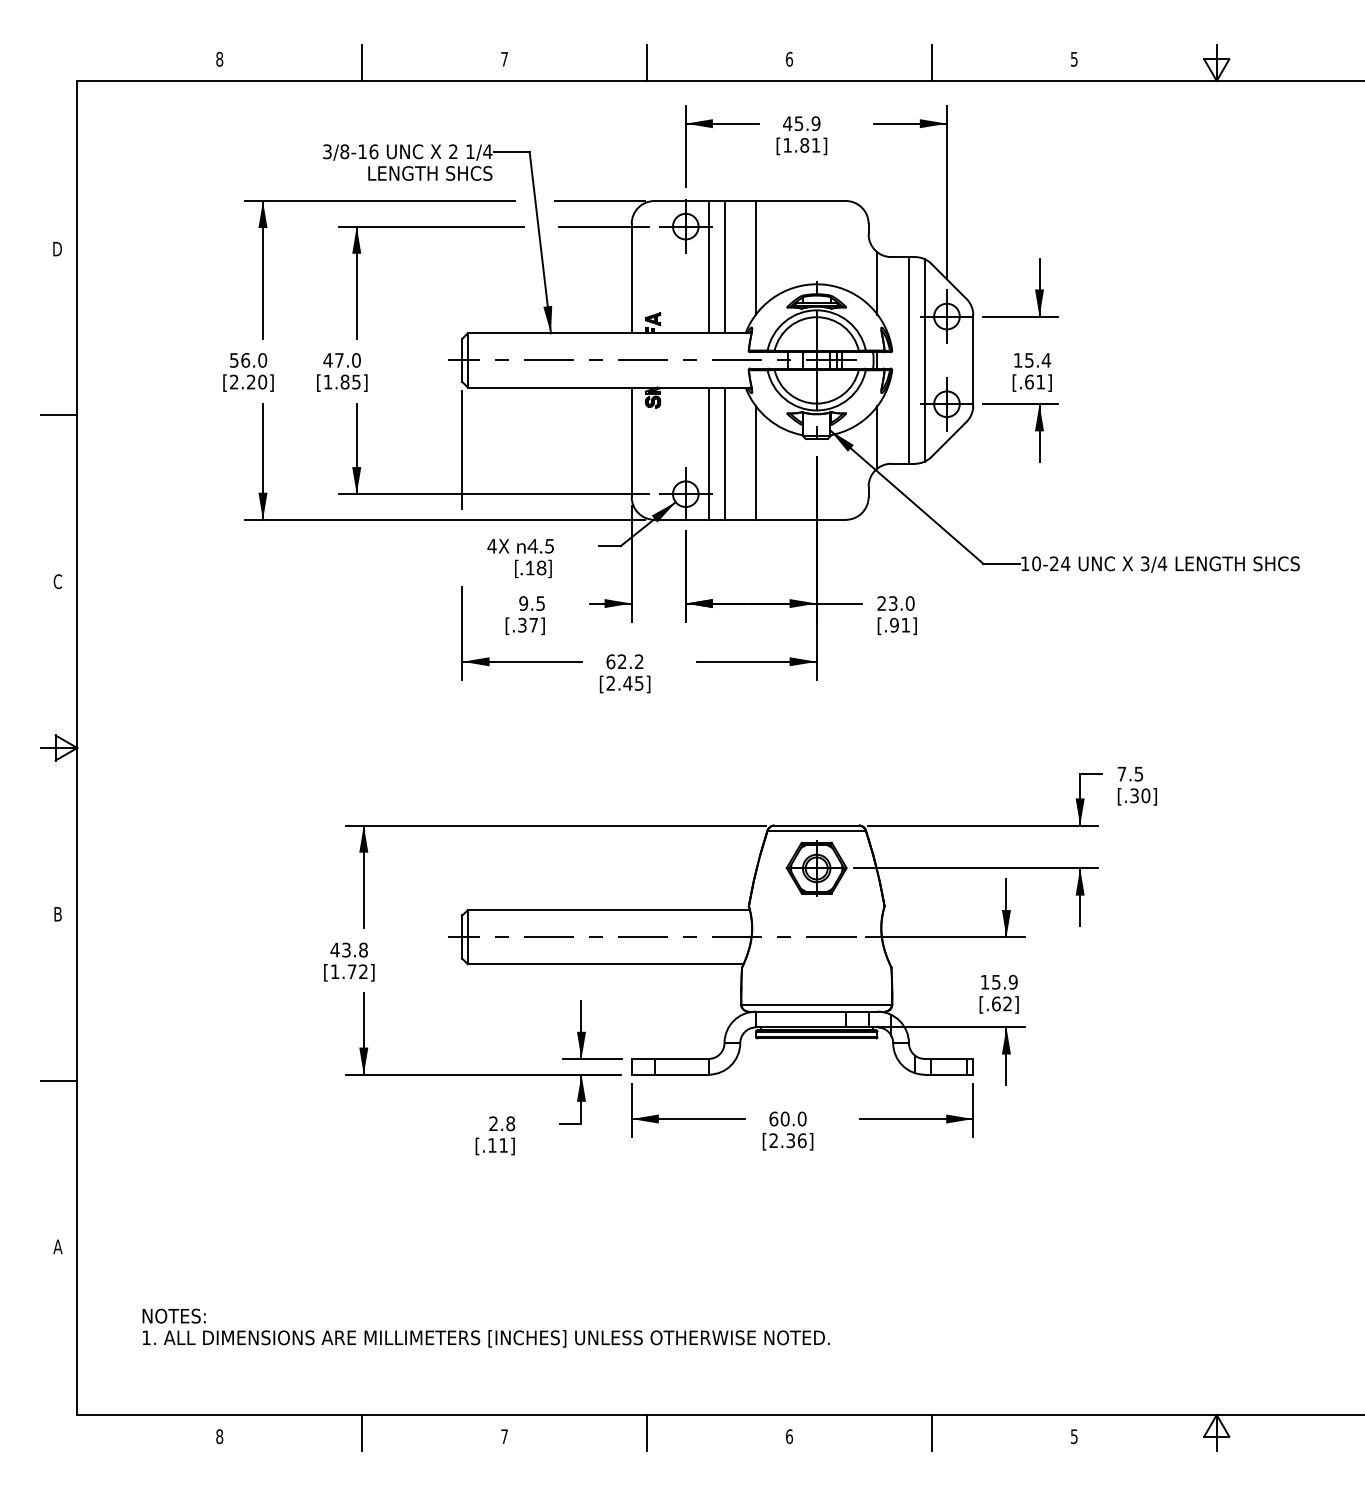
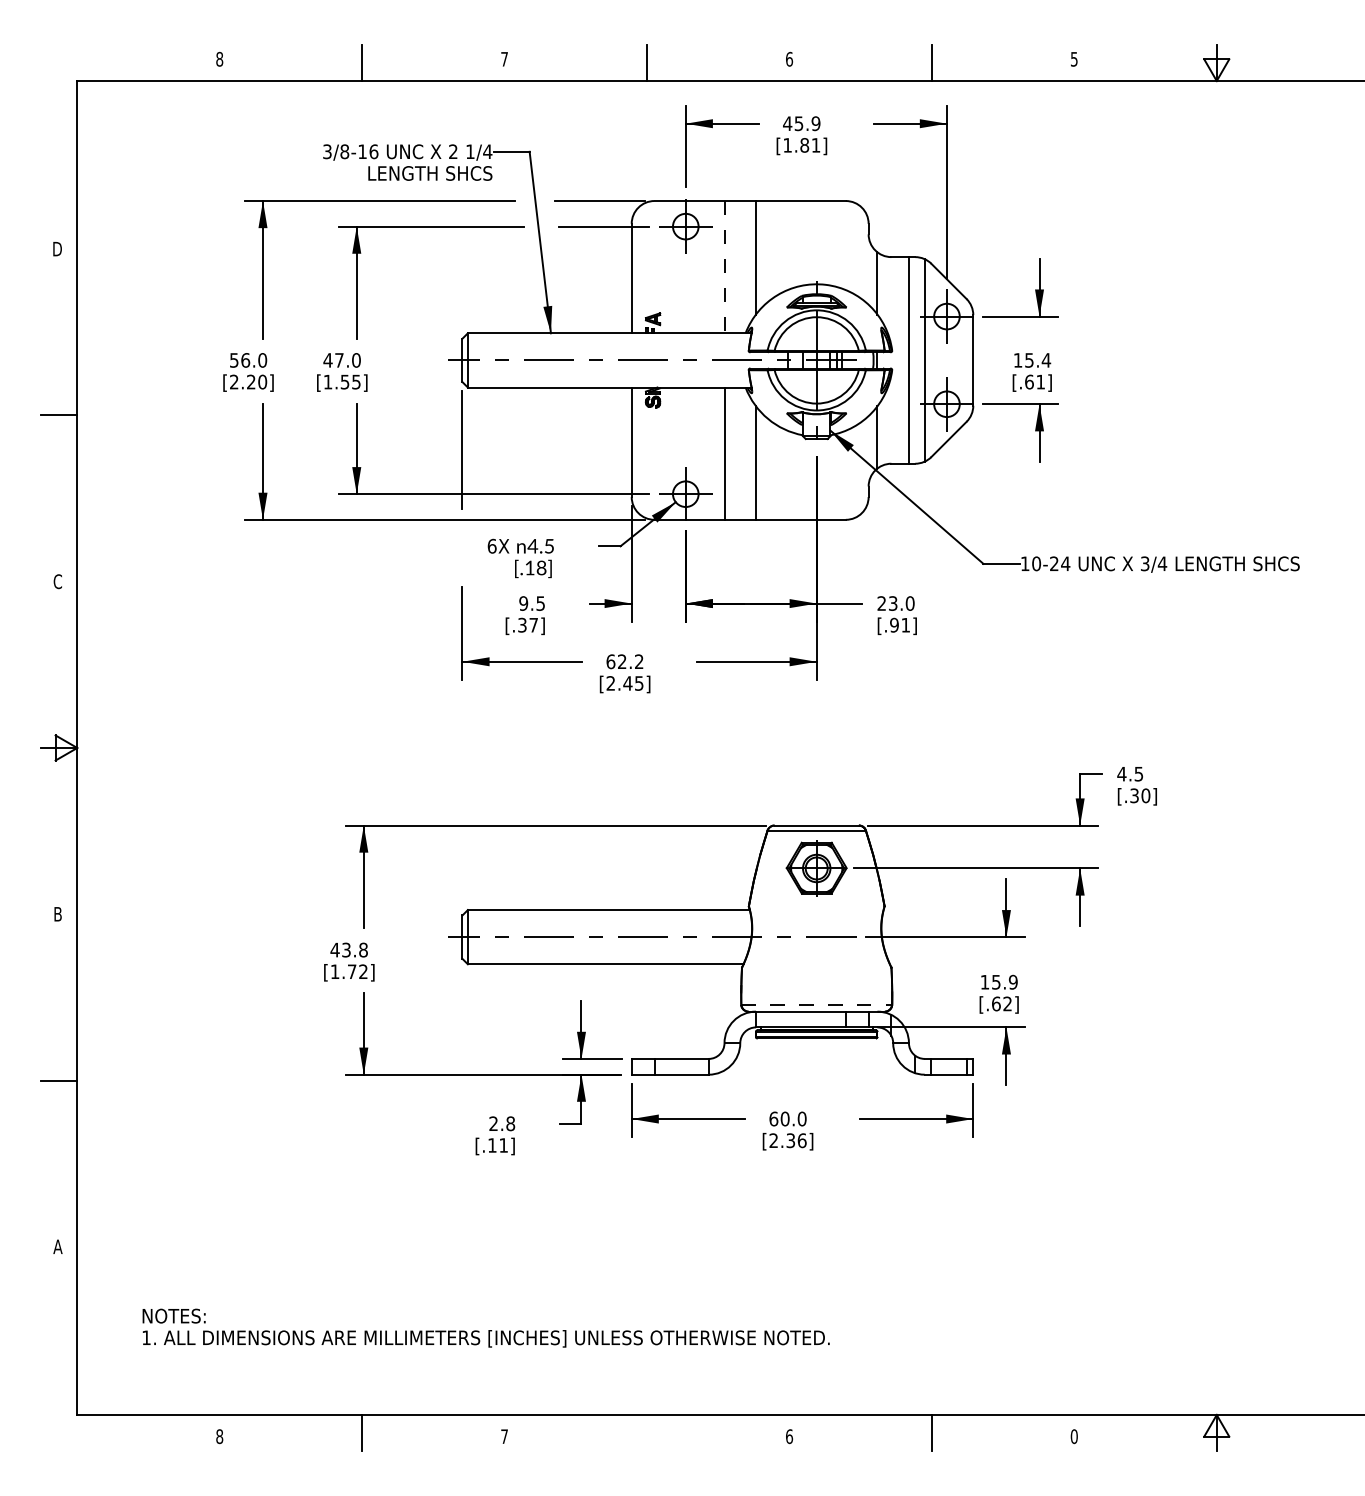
line at (708, 267): present -> none
line at (724, 267): solid -> dashed
text at (344, 381): [1.85] -> [1.55]
line at (708, 453): present -> none
text at (491, 545): 4X -> 6X
text at (1121, 774): 7.5 -> 4.5
line at (817, 1004): solid -> dashed
line at (647, 1432): present -> none
text at (1073, 1436): 5 -> 0
